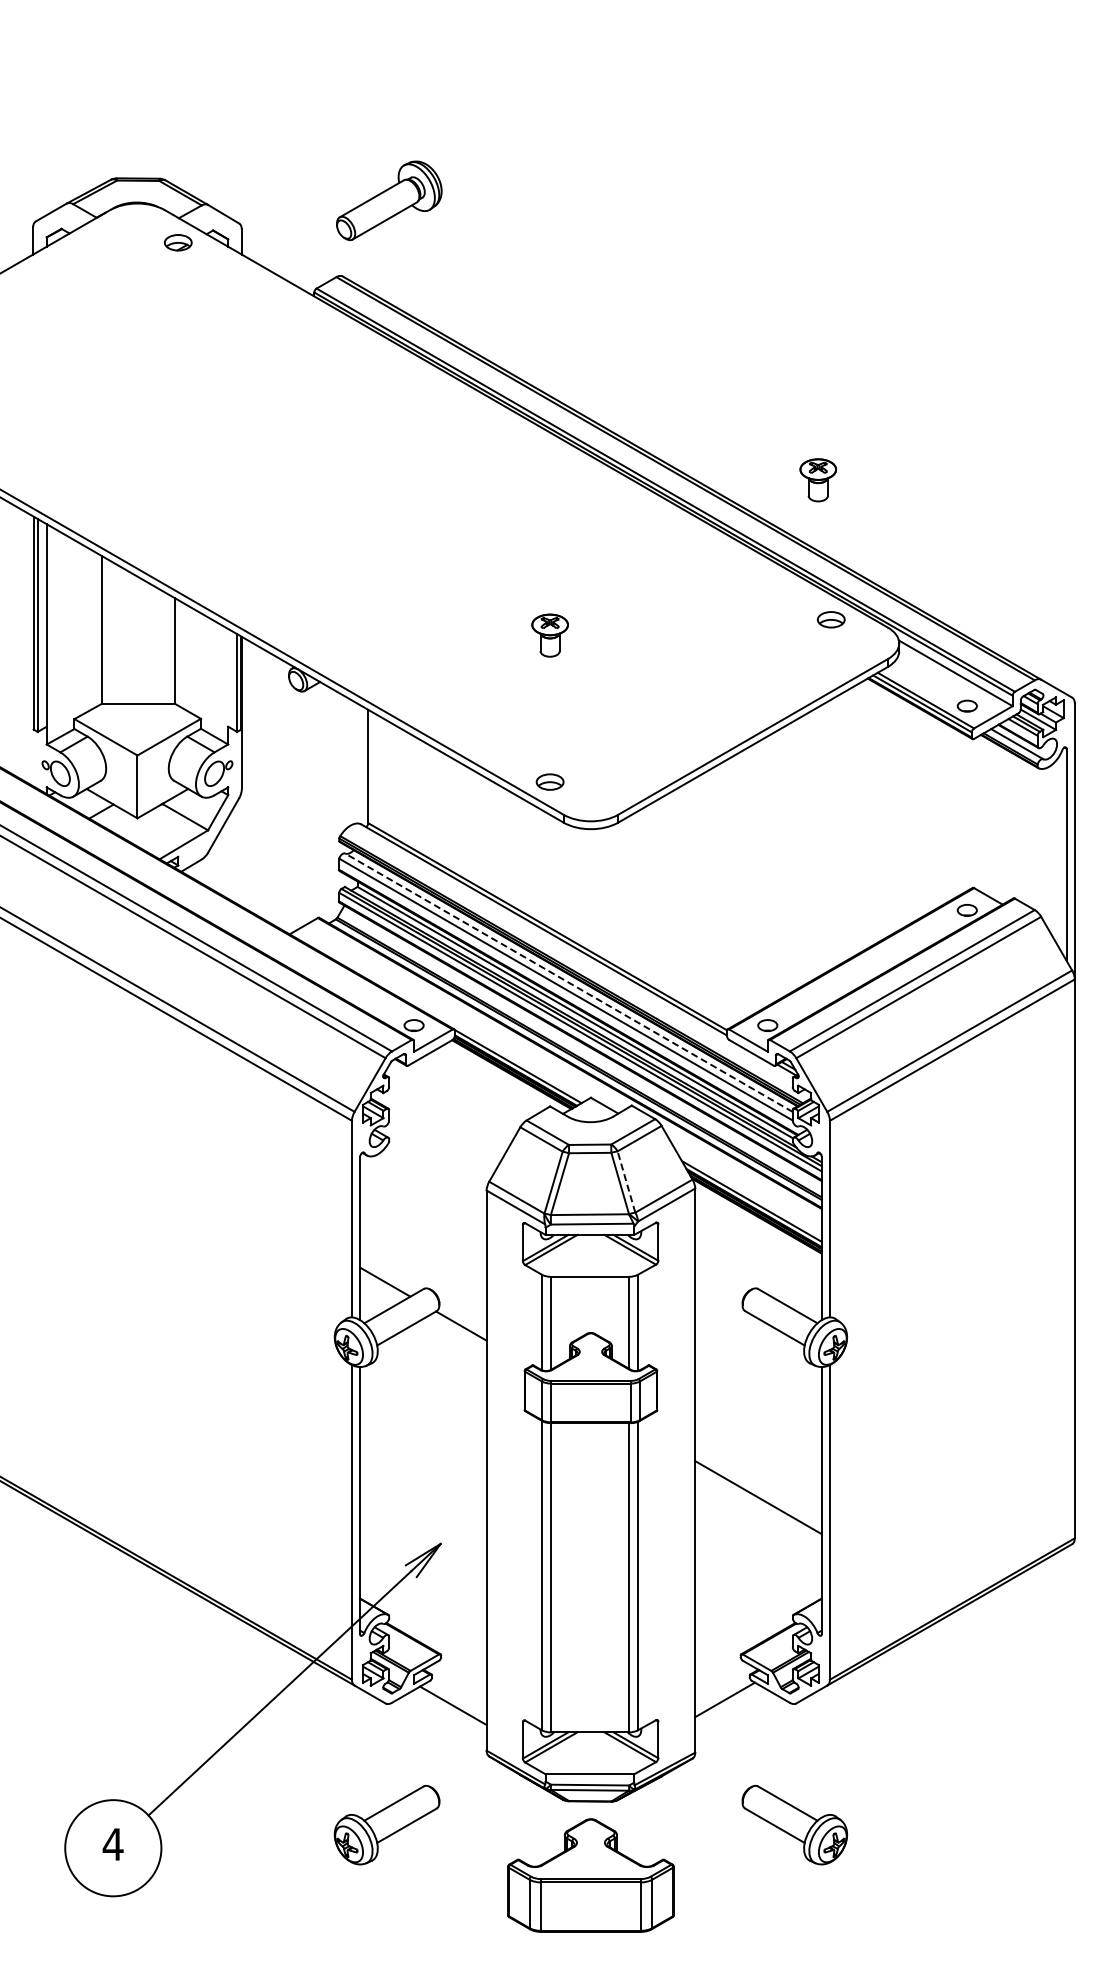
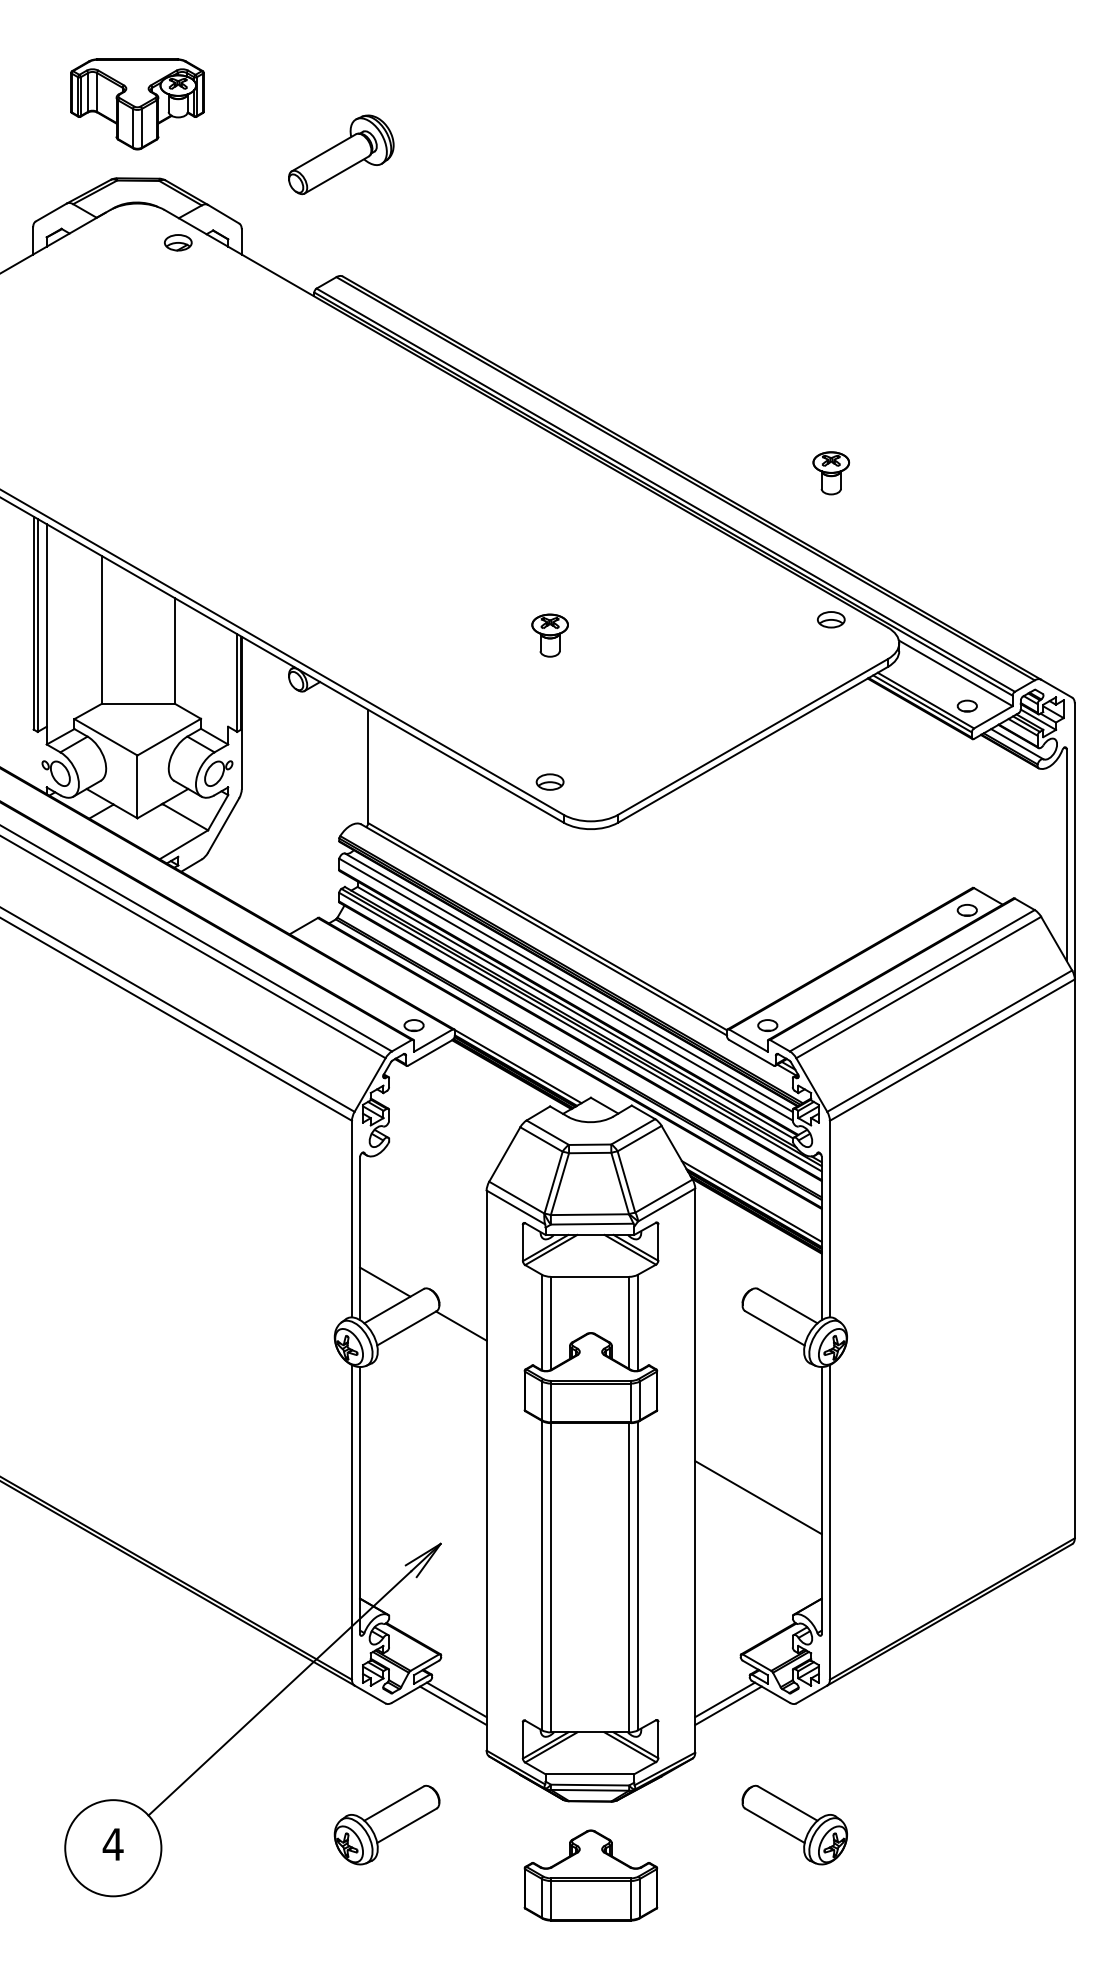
part at (137, 104): none -> present
part at (389, 200) position: (389, 200) -> (341, 154)
part at (818, 480) position: (818, 480) -> (831, 473)
line at (568, 982): dashed -> solid
line at (626, 1182): dashed -> solid
line at (456, 1699): none -> present
line at (728, 1705): none -> present
part at (590, 1875) size: 168x115 px -> 136x93 px
